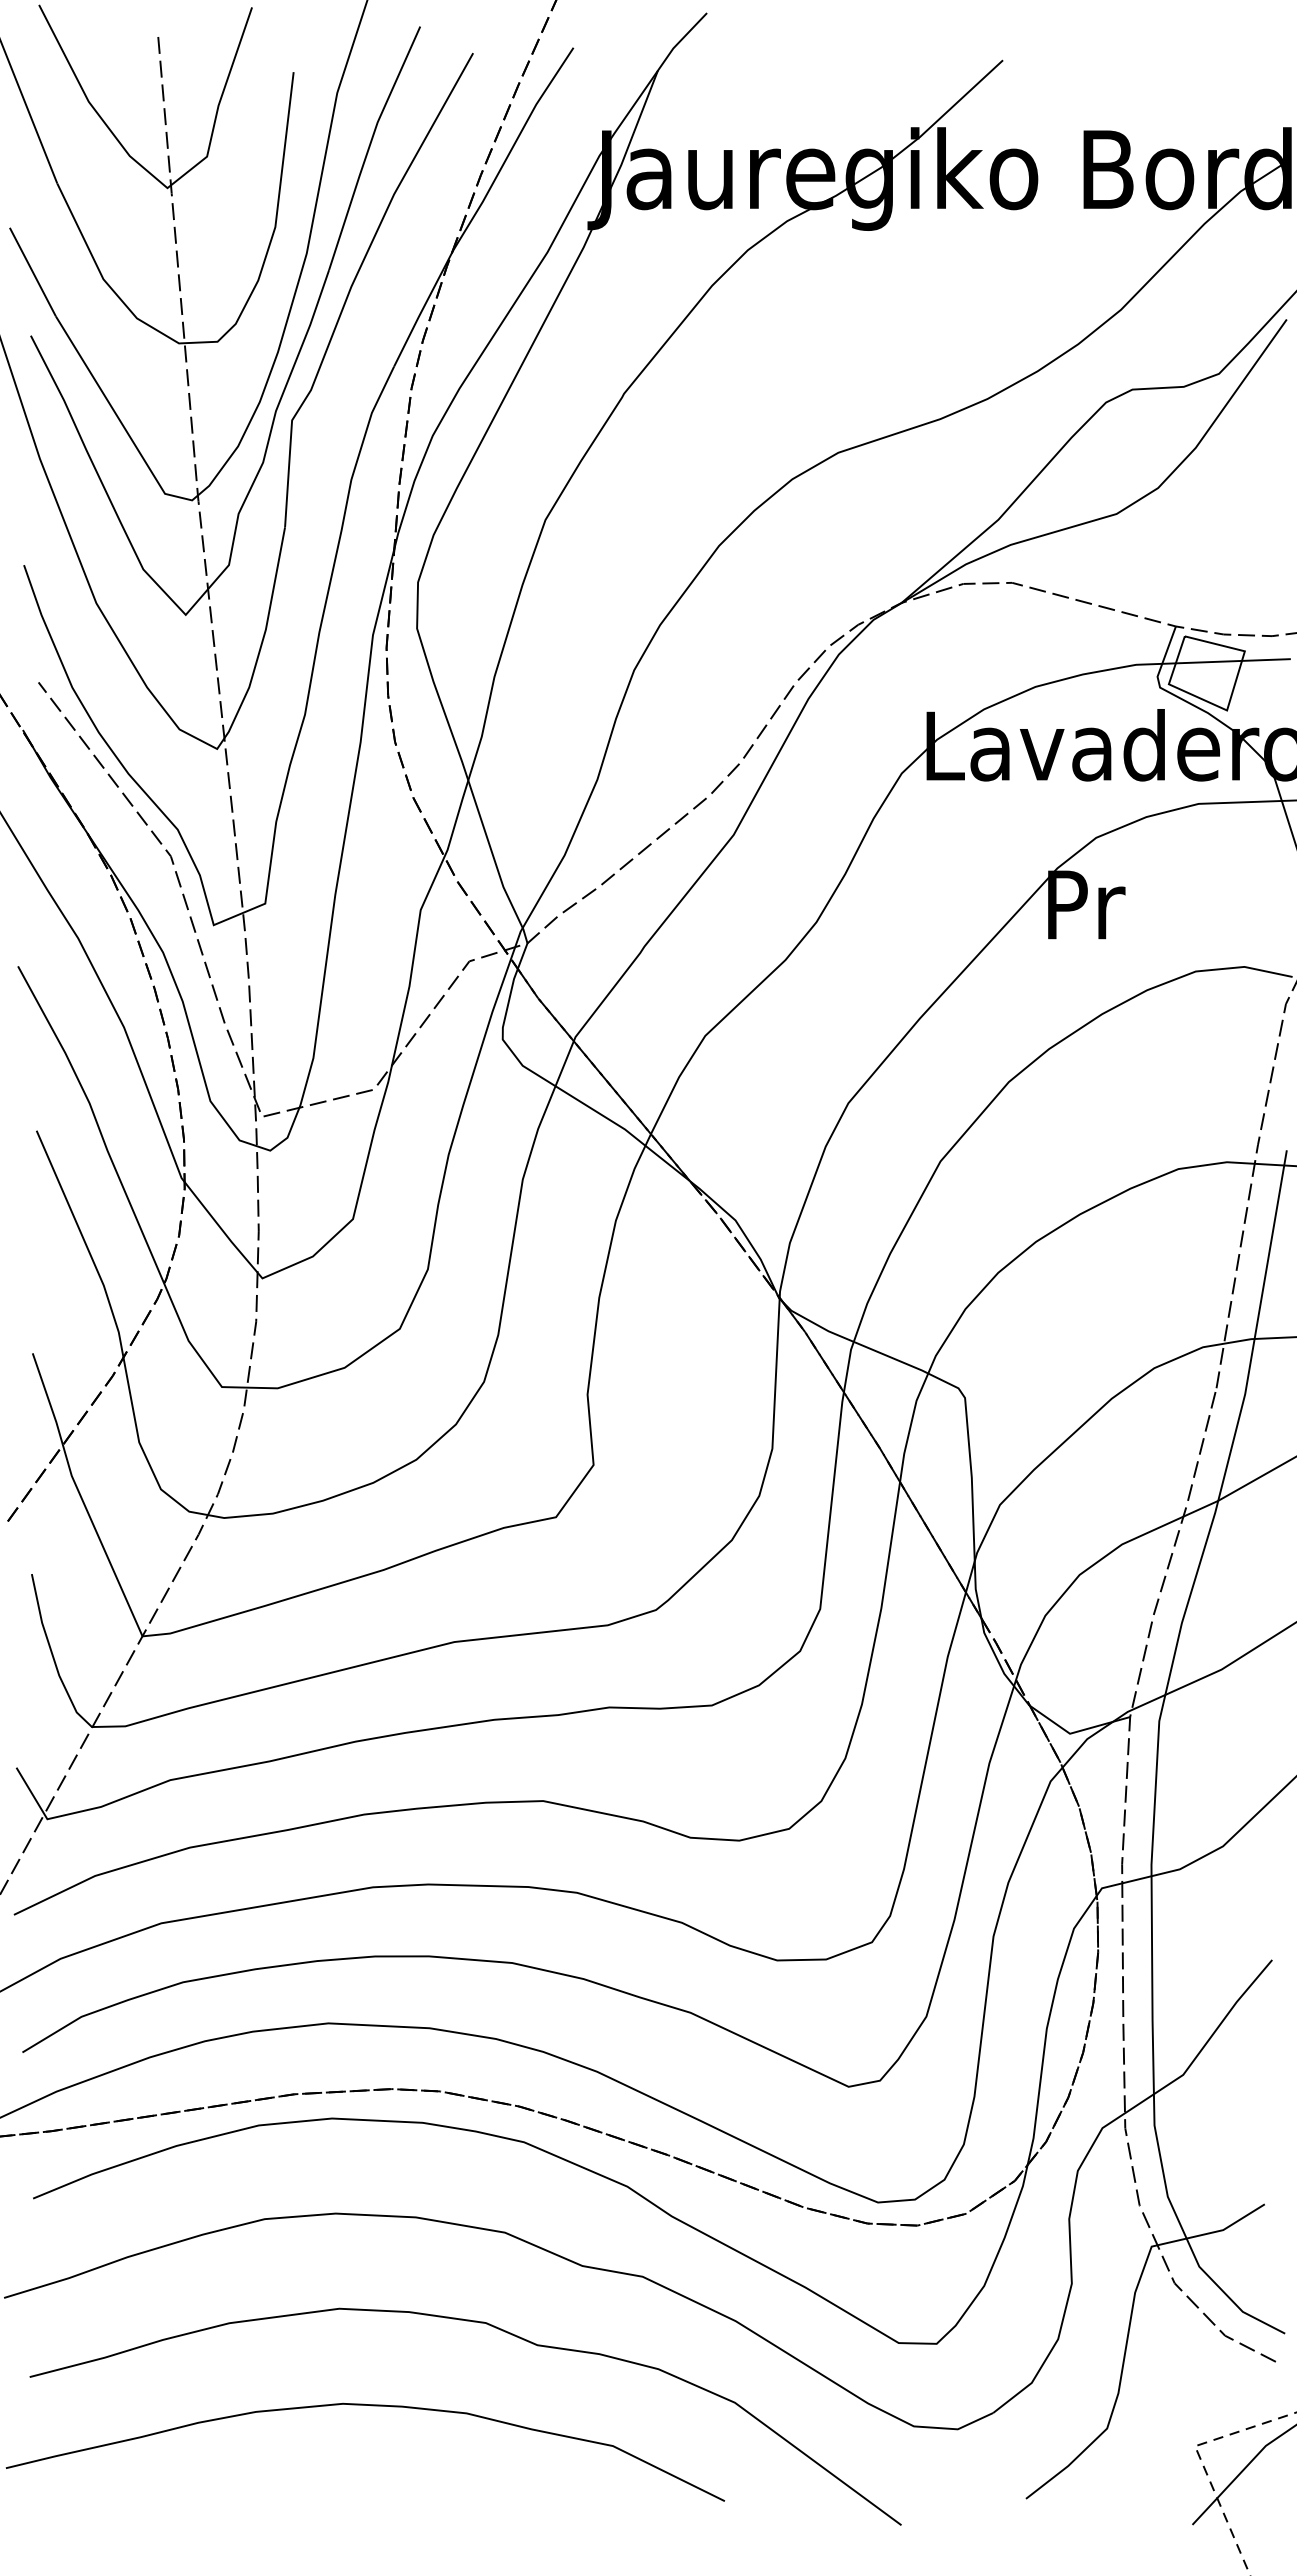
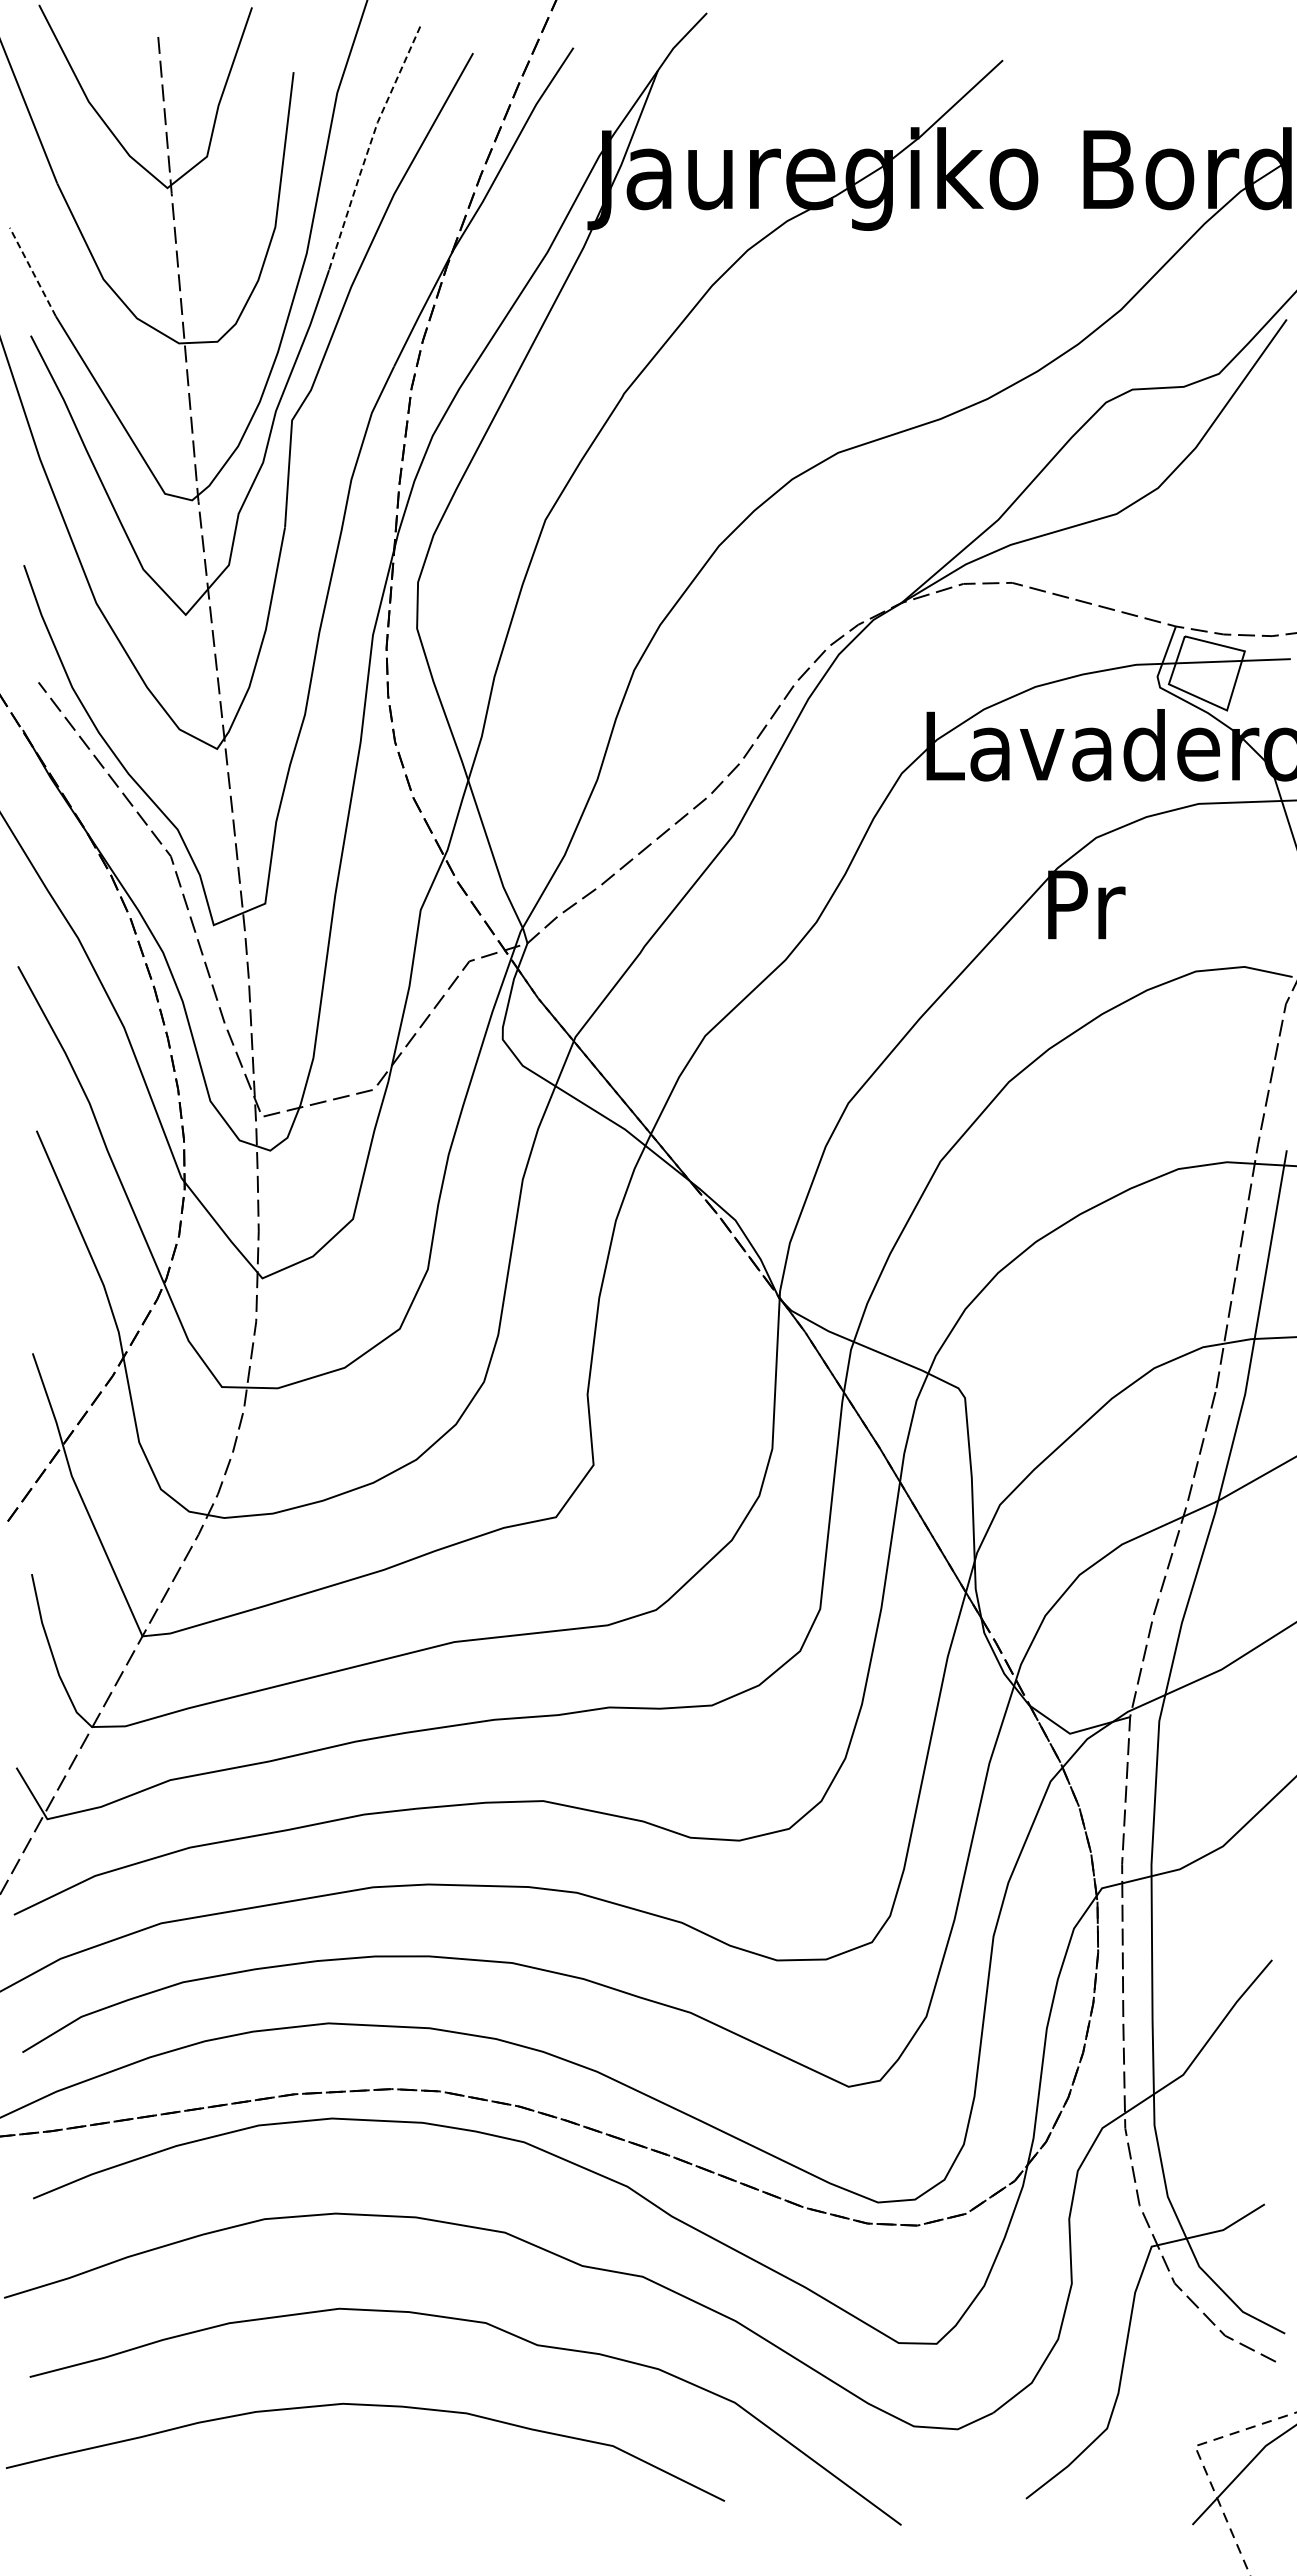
line at (369, 146): solid -> dashed
line at (32, 272): solid -> dashed
